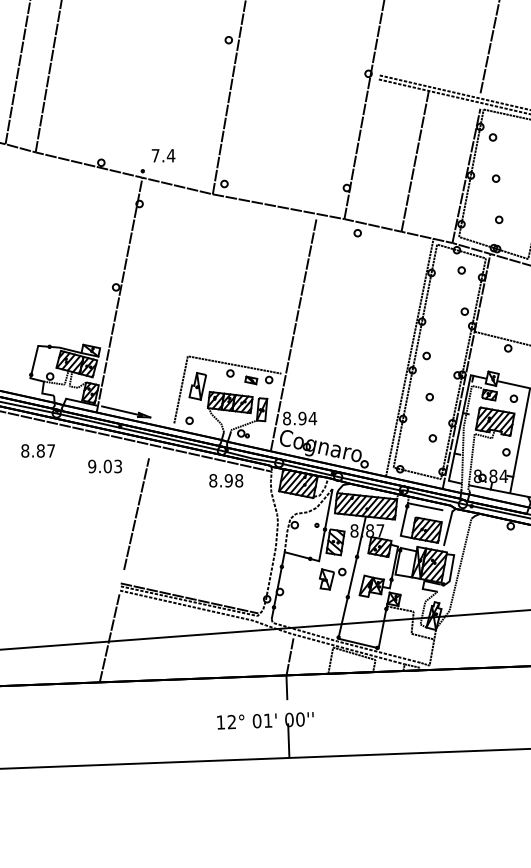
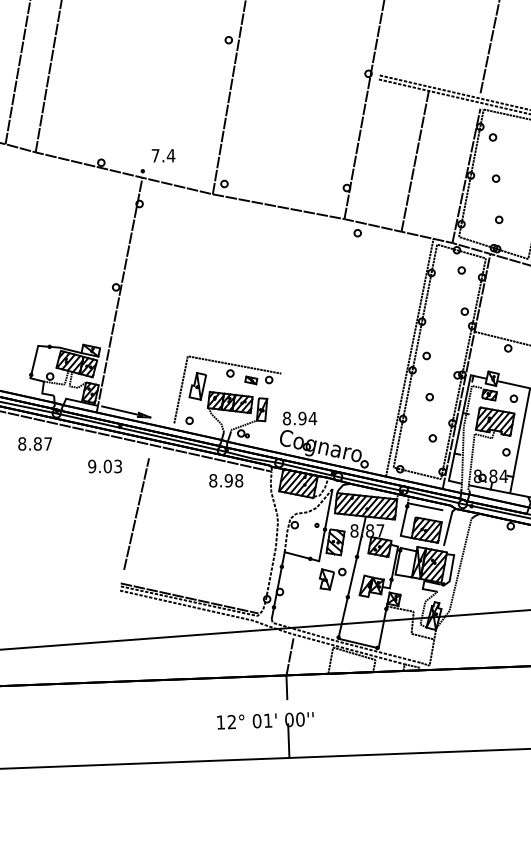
line at (293, 334): present -> none
text at (37, 450) position: (37, 450) -> (34, 443)
line at (109, 638): present -> none
